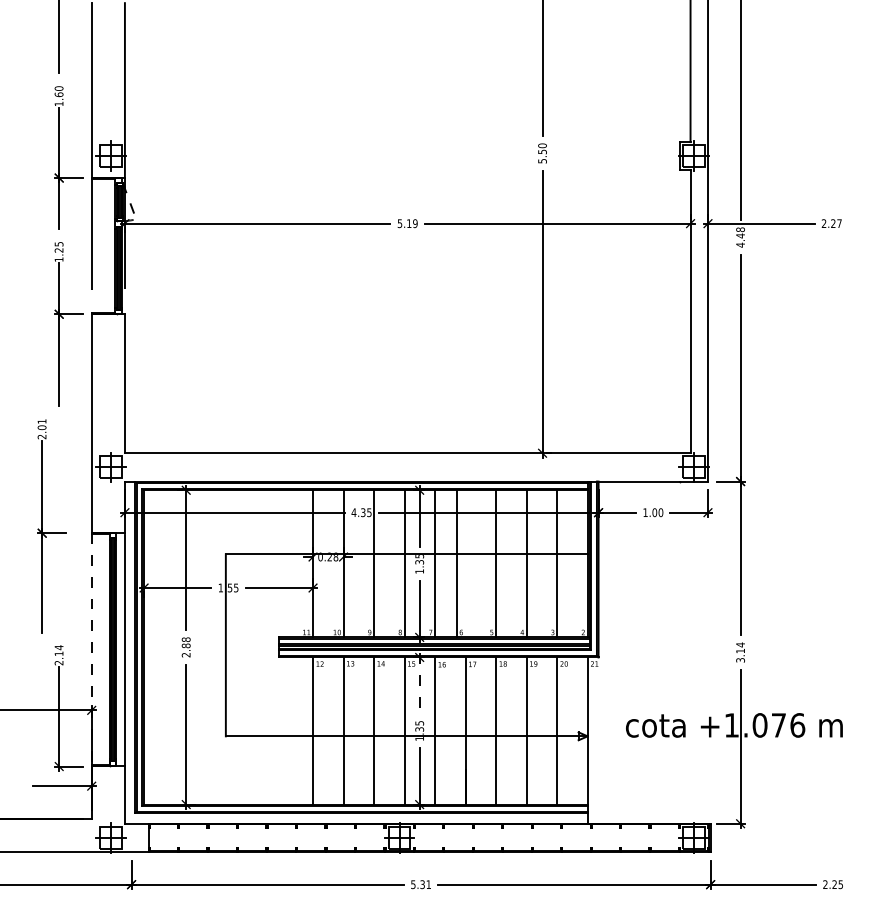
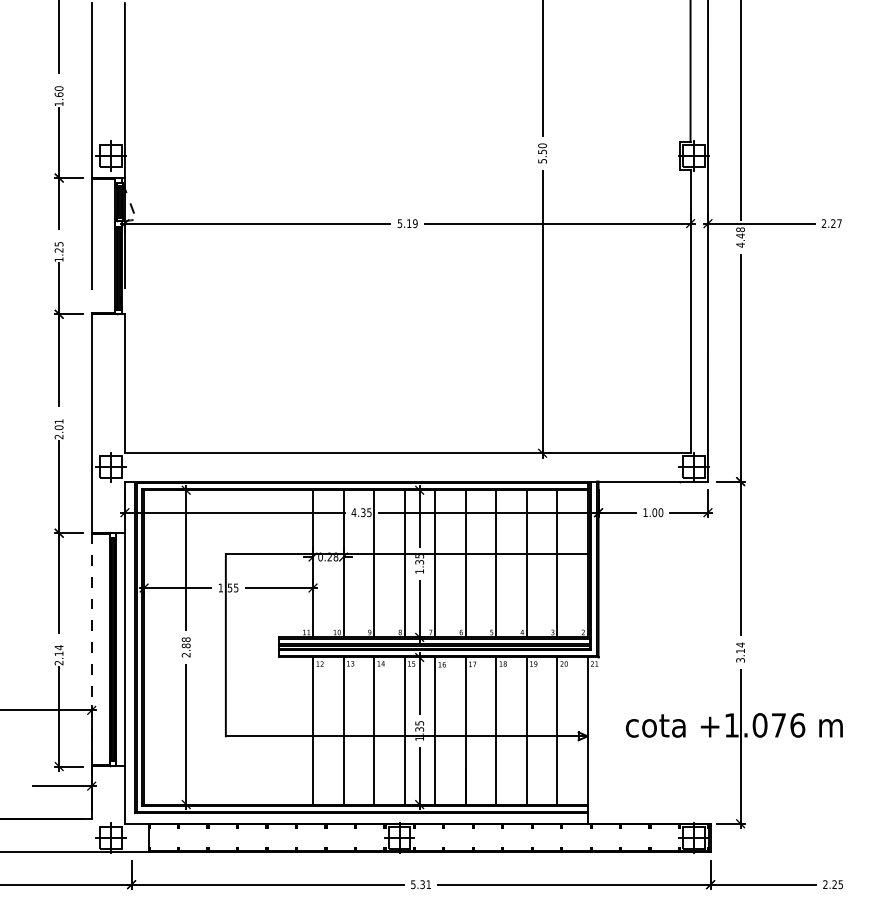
part at (51, 526) position: (51, 526) -> (68, 526)
line at (456, 563) position: (456, 563) -> (465, 563)
line at (419, 683): dashed -> solid
